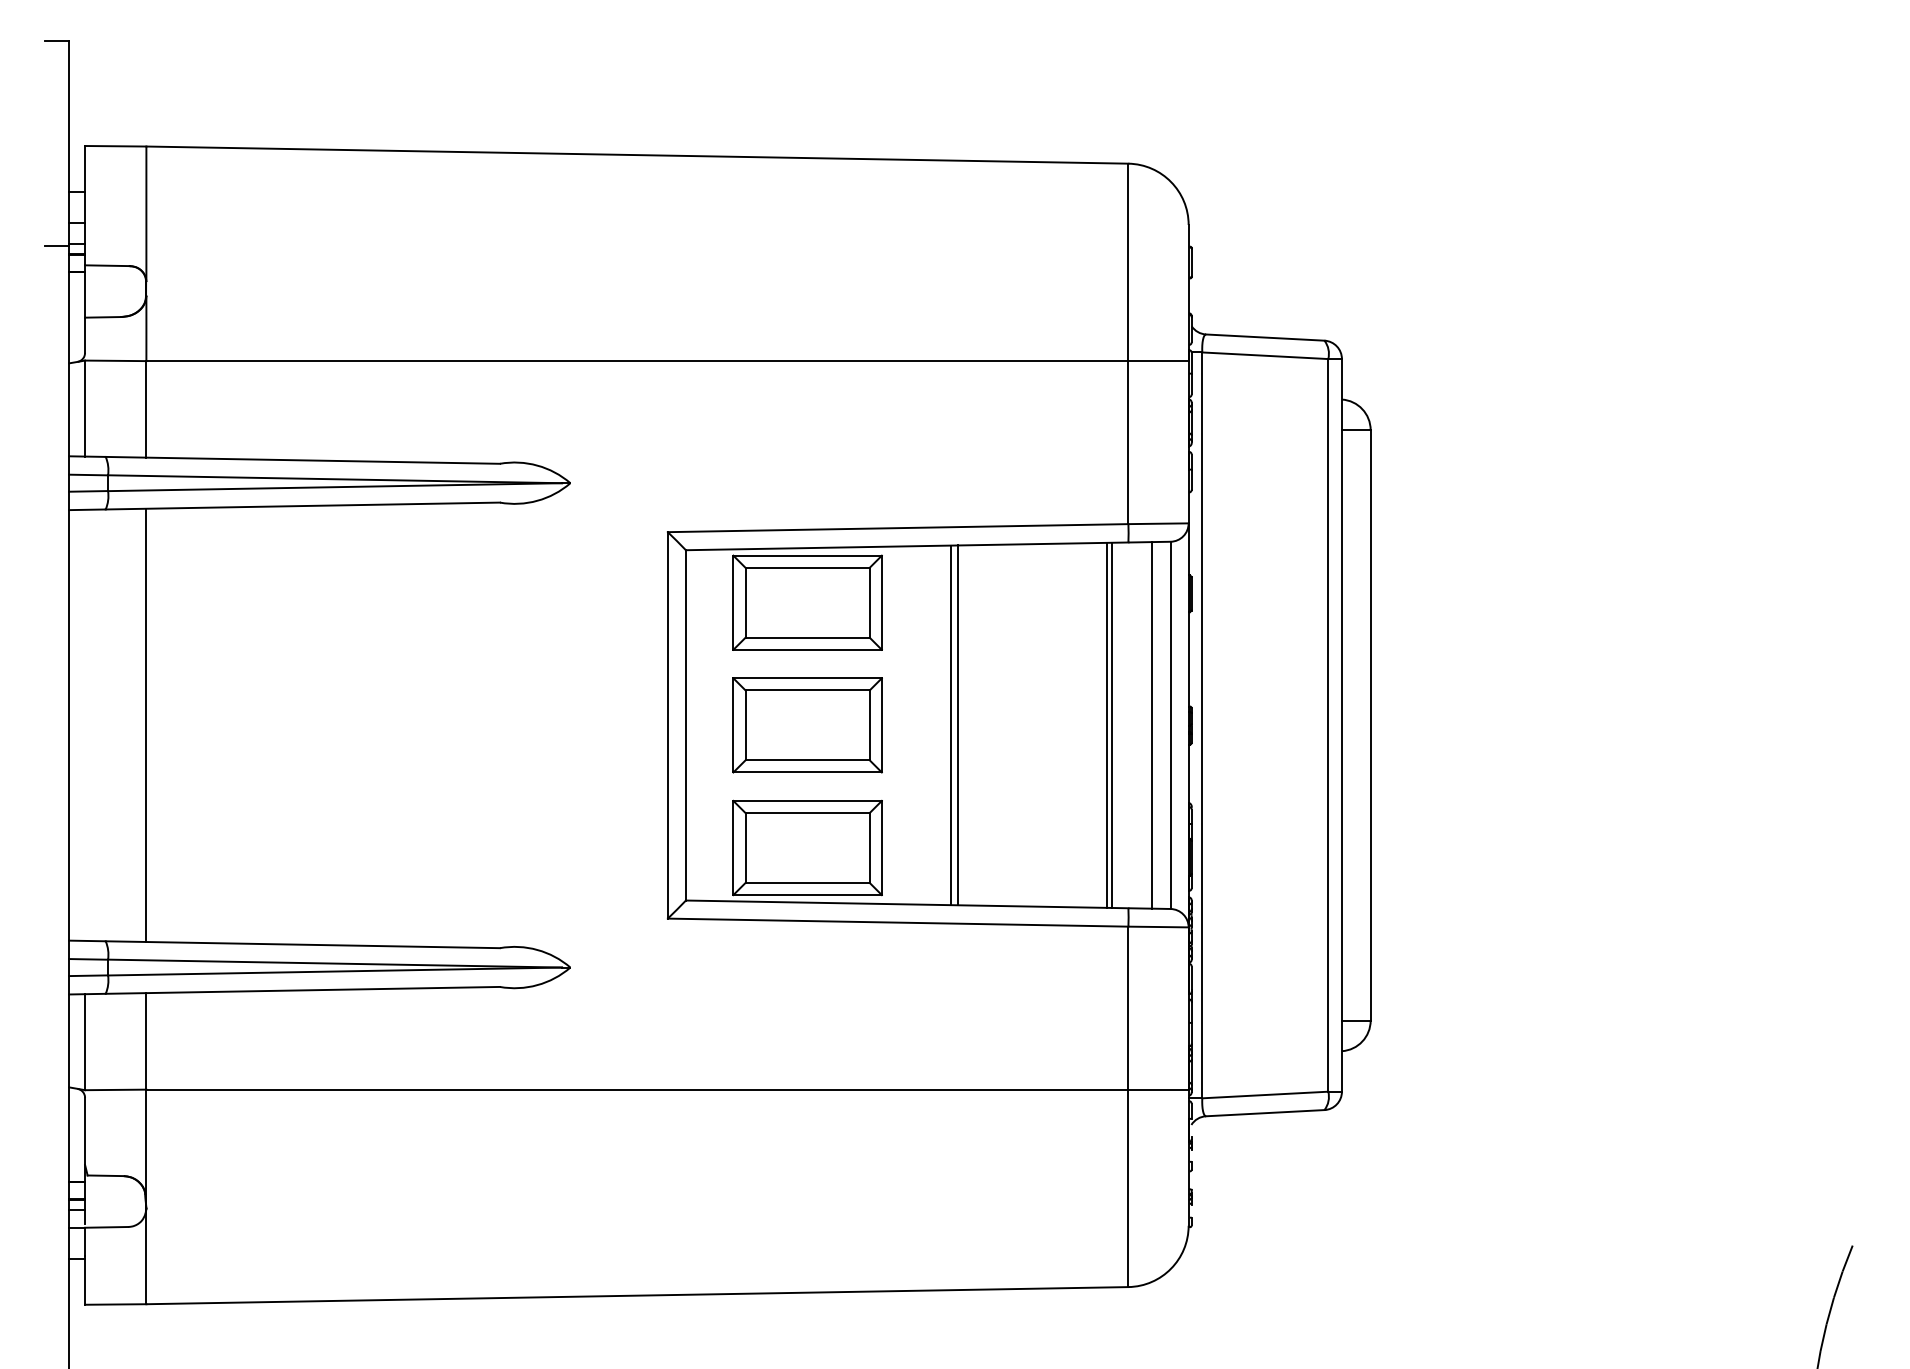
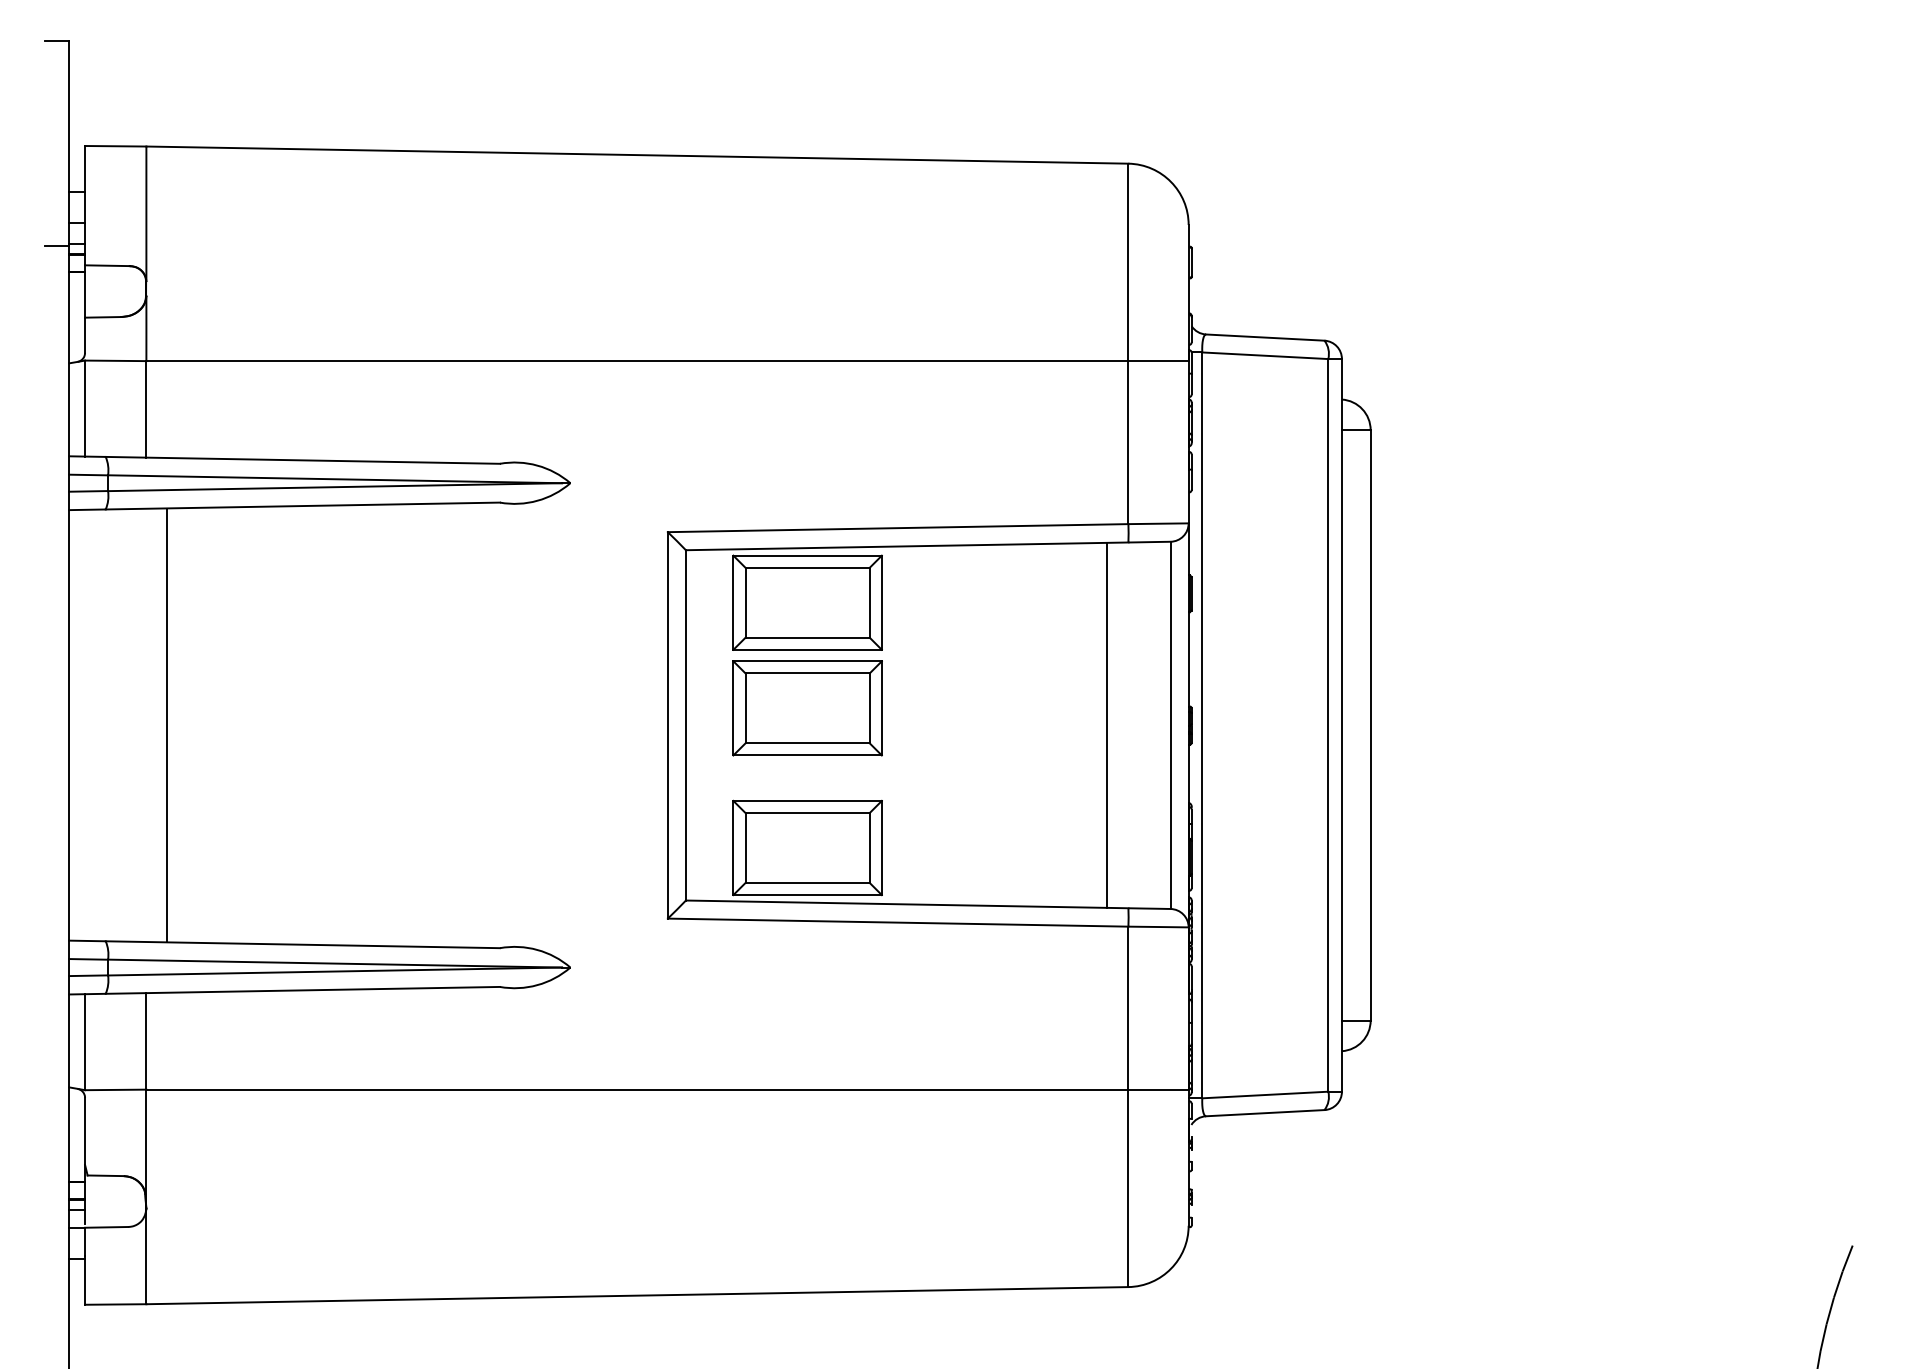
line at (146, 724) position: (146, 724) -> (167, 724)
line at (1112, 724): present -> none
part at (807, 725) position: (807, 725) -> (807, 708)
line at (950, 725): present -> none
line at (957, 725): present -> none
line at (1151, 725): present -> none
